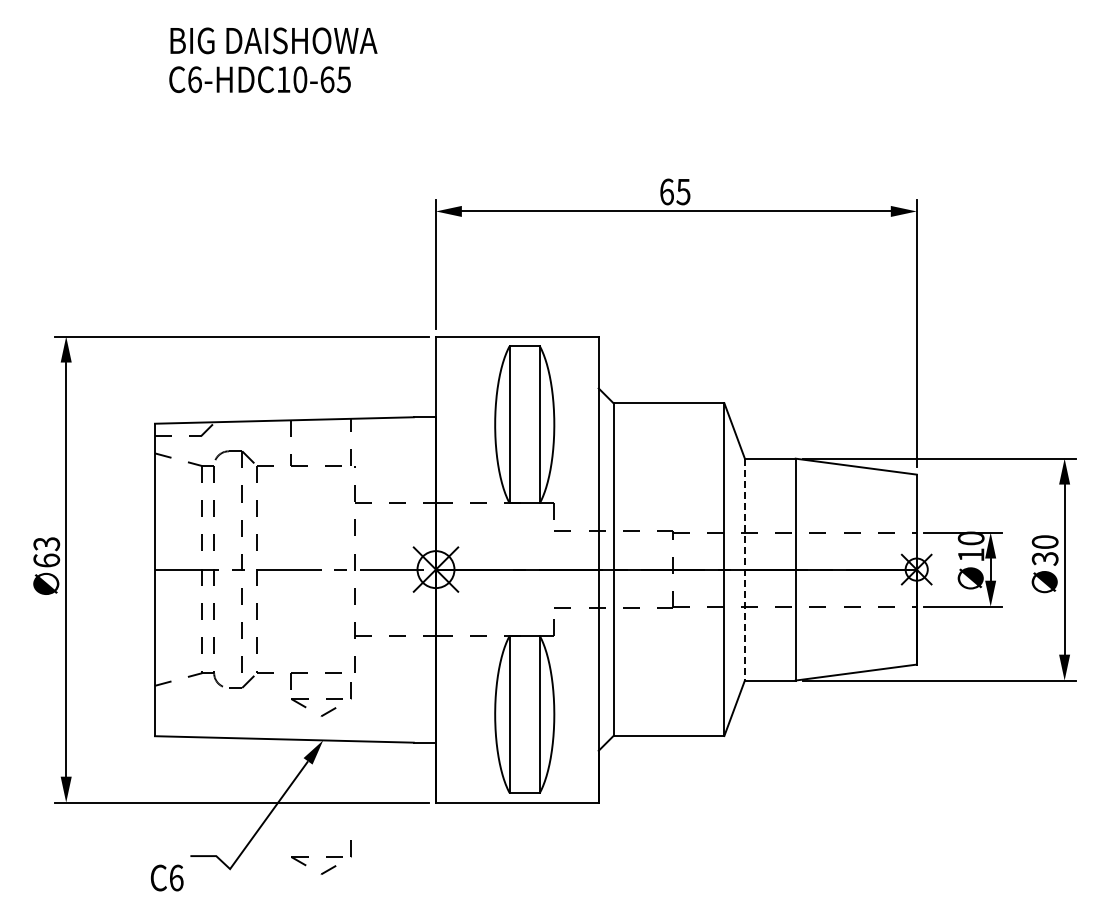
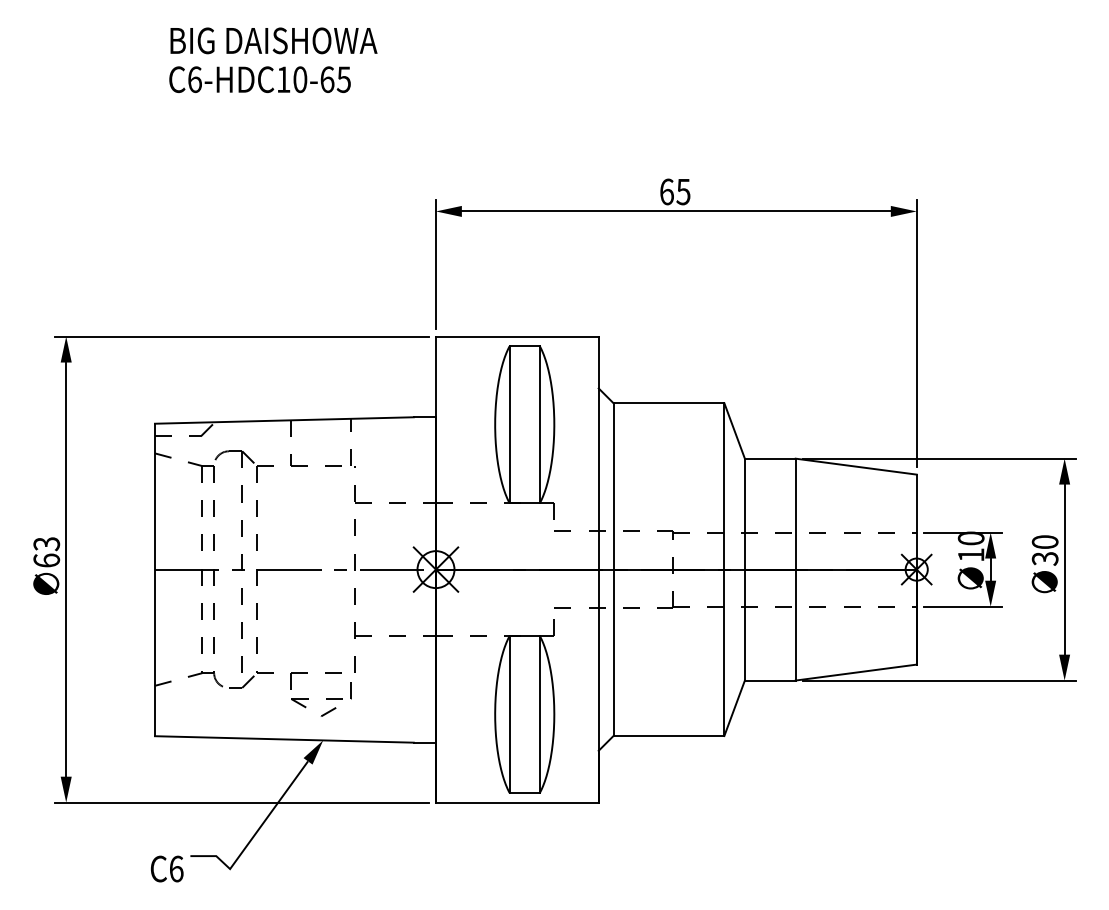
line at (744, 569): dashed -> solid
part at (321, 857): present -> none
text at (167, 877) position: (167, 877) -> (167, 868)
